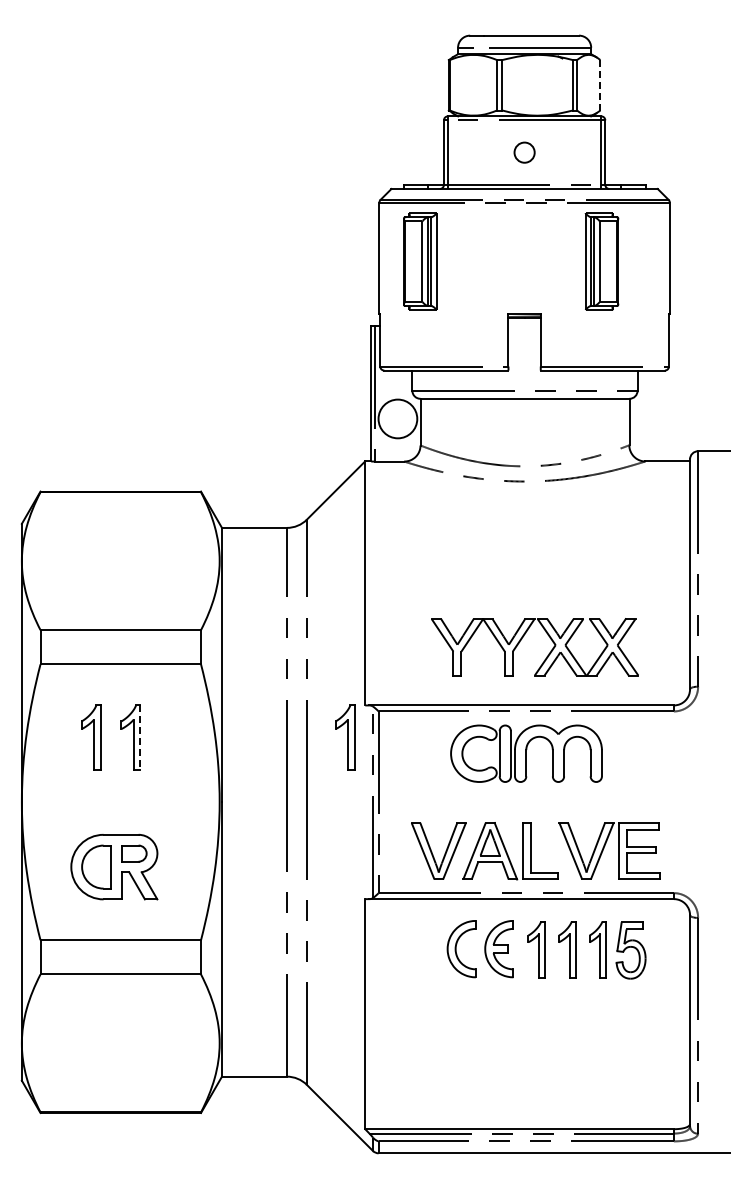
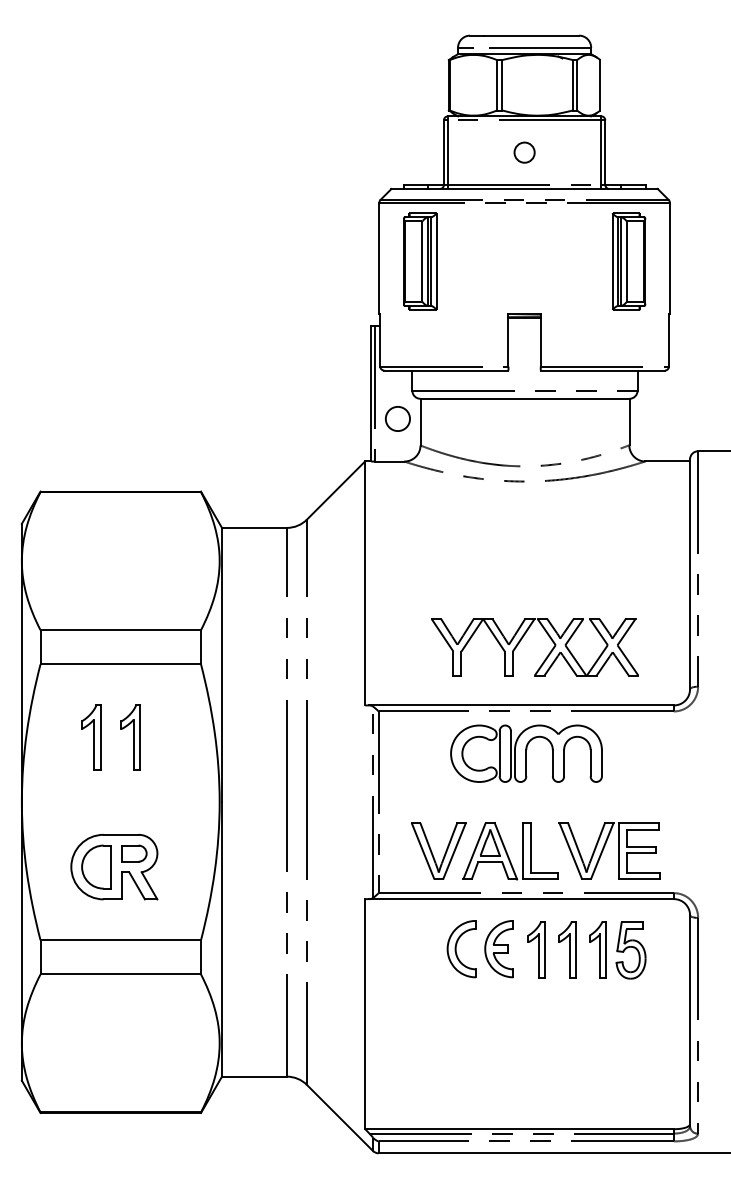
line at (600, 85): dashed -> solid
part at (601, 261) position: (601, 261) -> (628, 261)
circle at (397, 418) diameter: 39 px -> 24 px
part at (345, 737): present -> none
line at (140, 738): dashed -> solid
